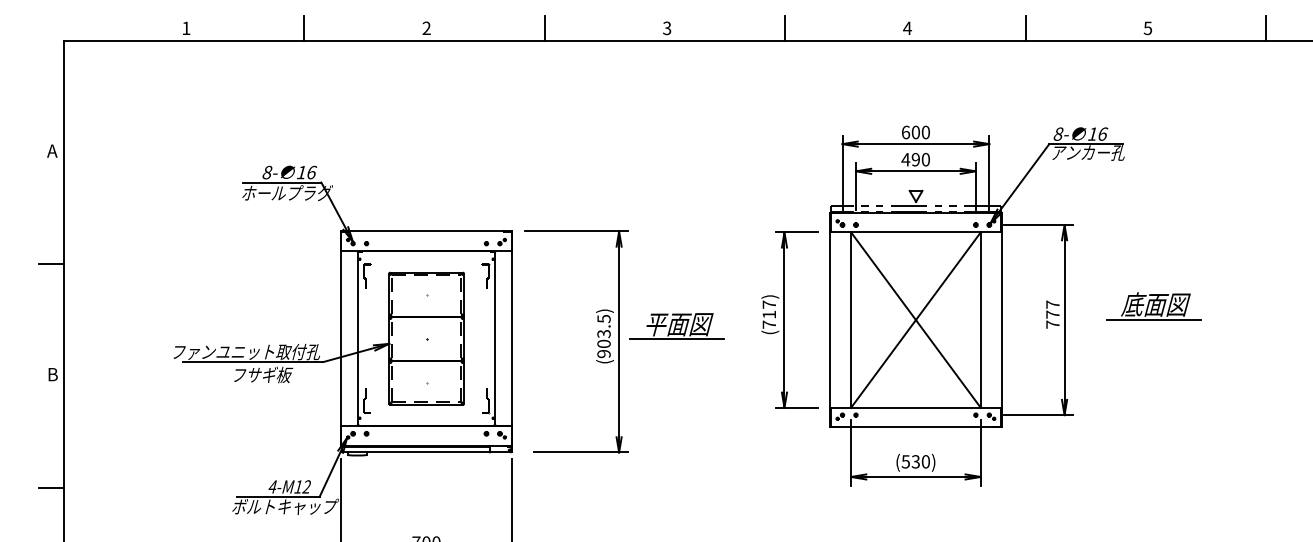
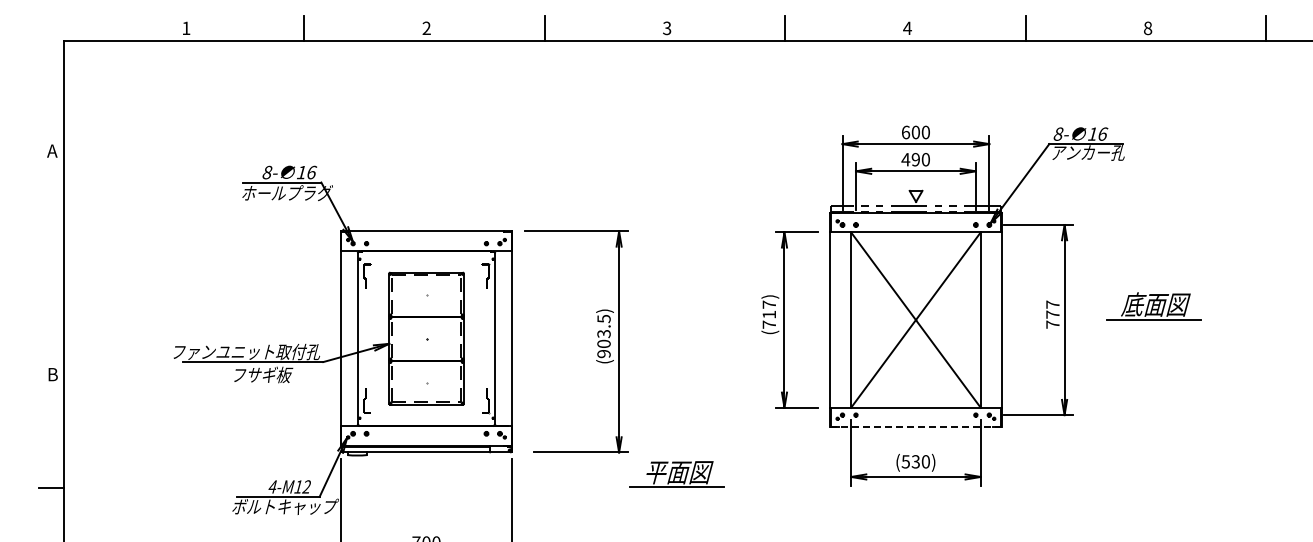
text at (1147, 27): 5 -> 8
line at (51, 264): present -> none
part at (676, 326) position: (676, 326) -> (676, 474)
line at (915, 427): solid -> dashed
